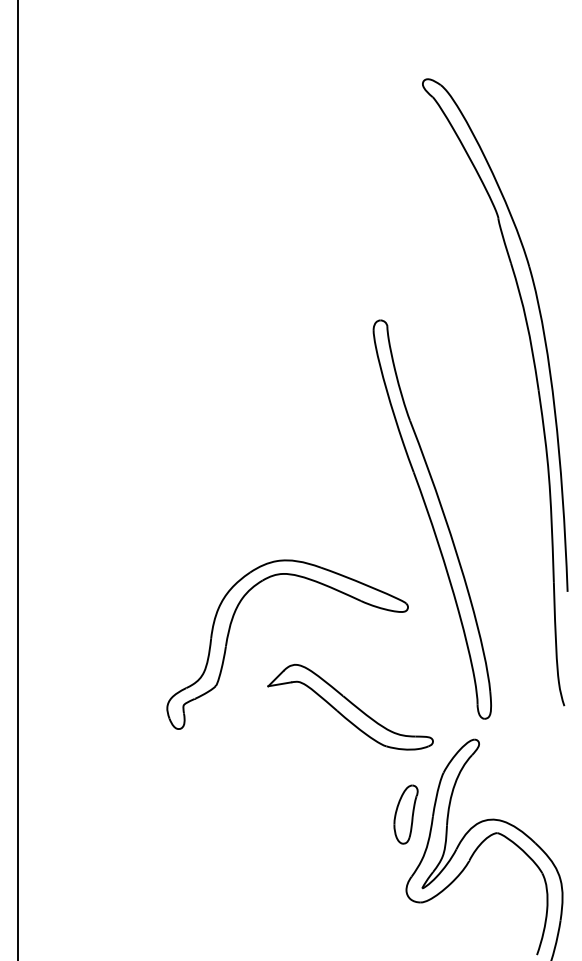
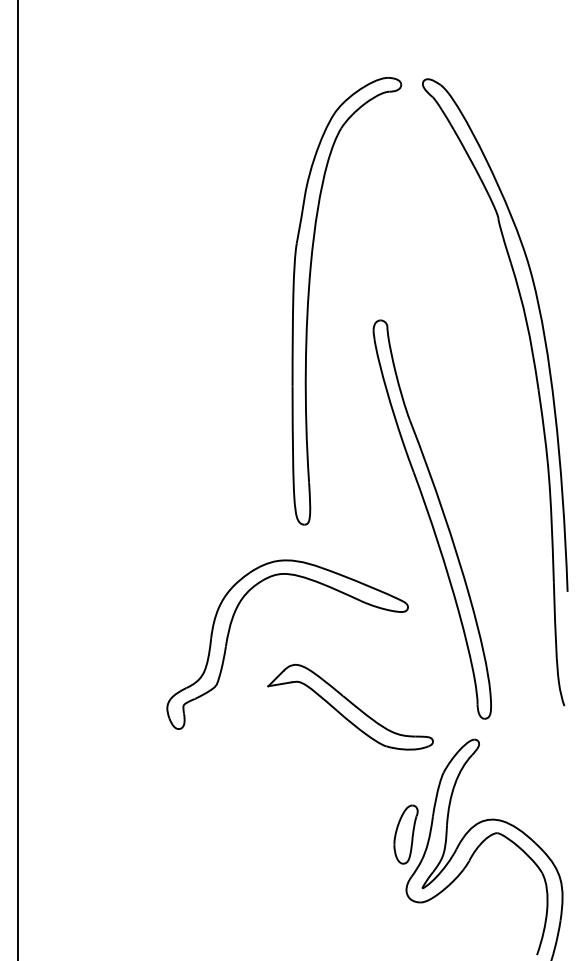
part at (309, 300): none -> present
part at (405, 814) position: (405, 814) -> (405, 834)
